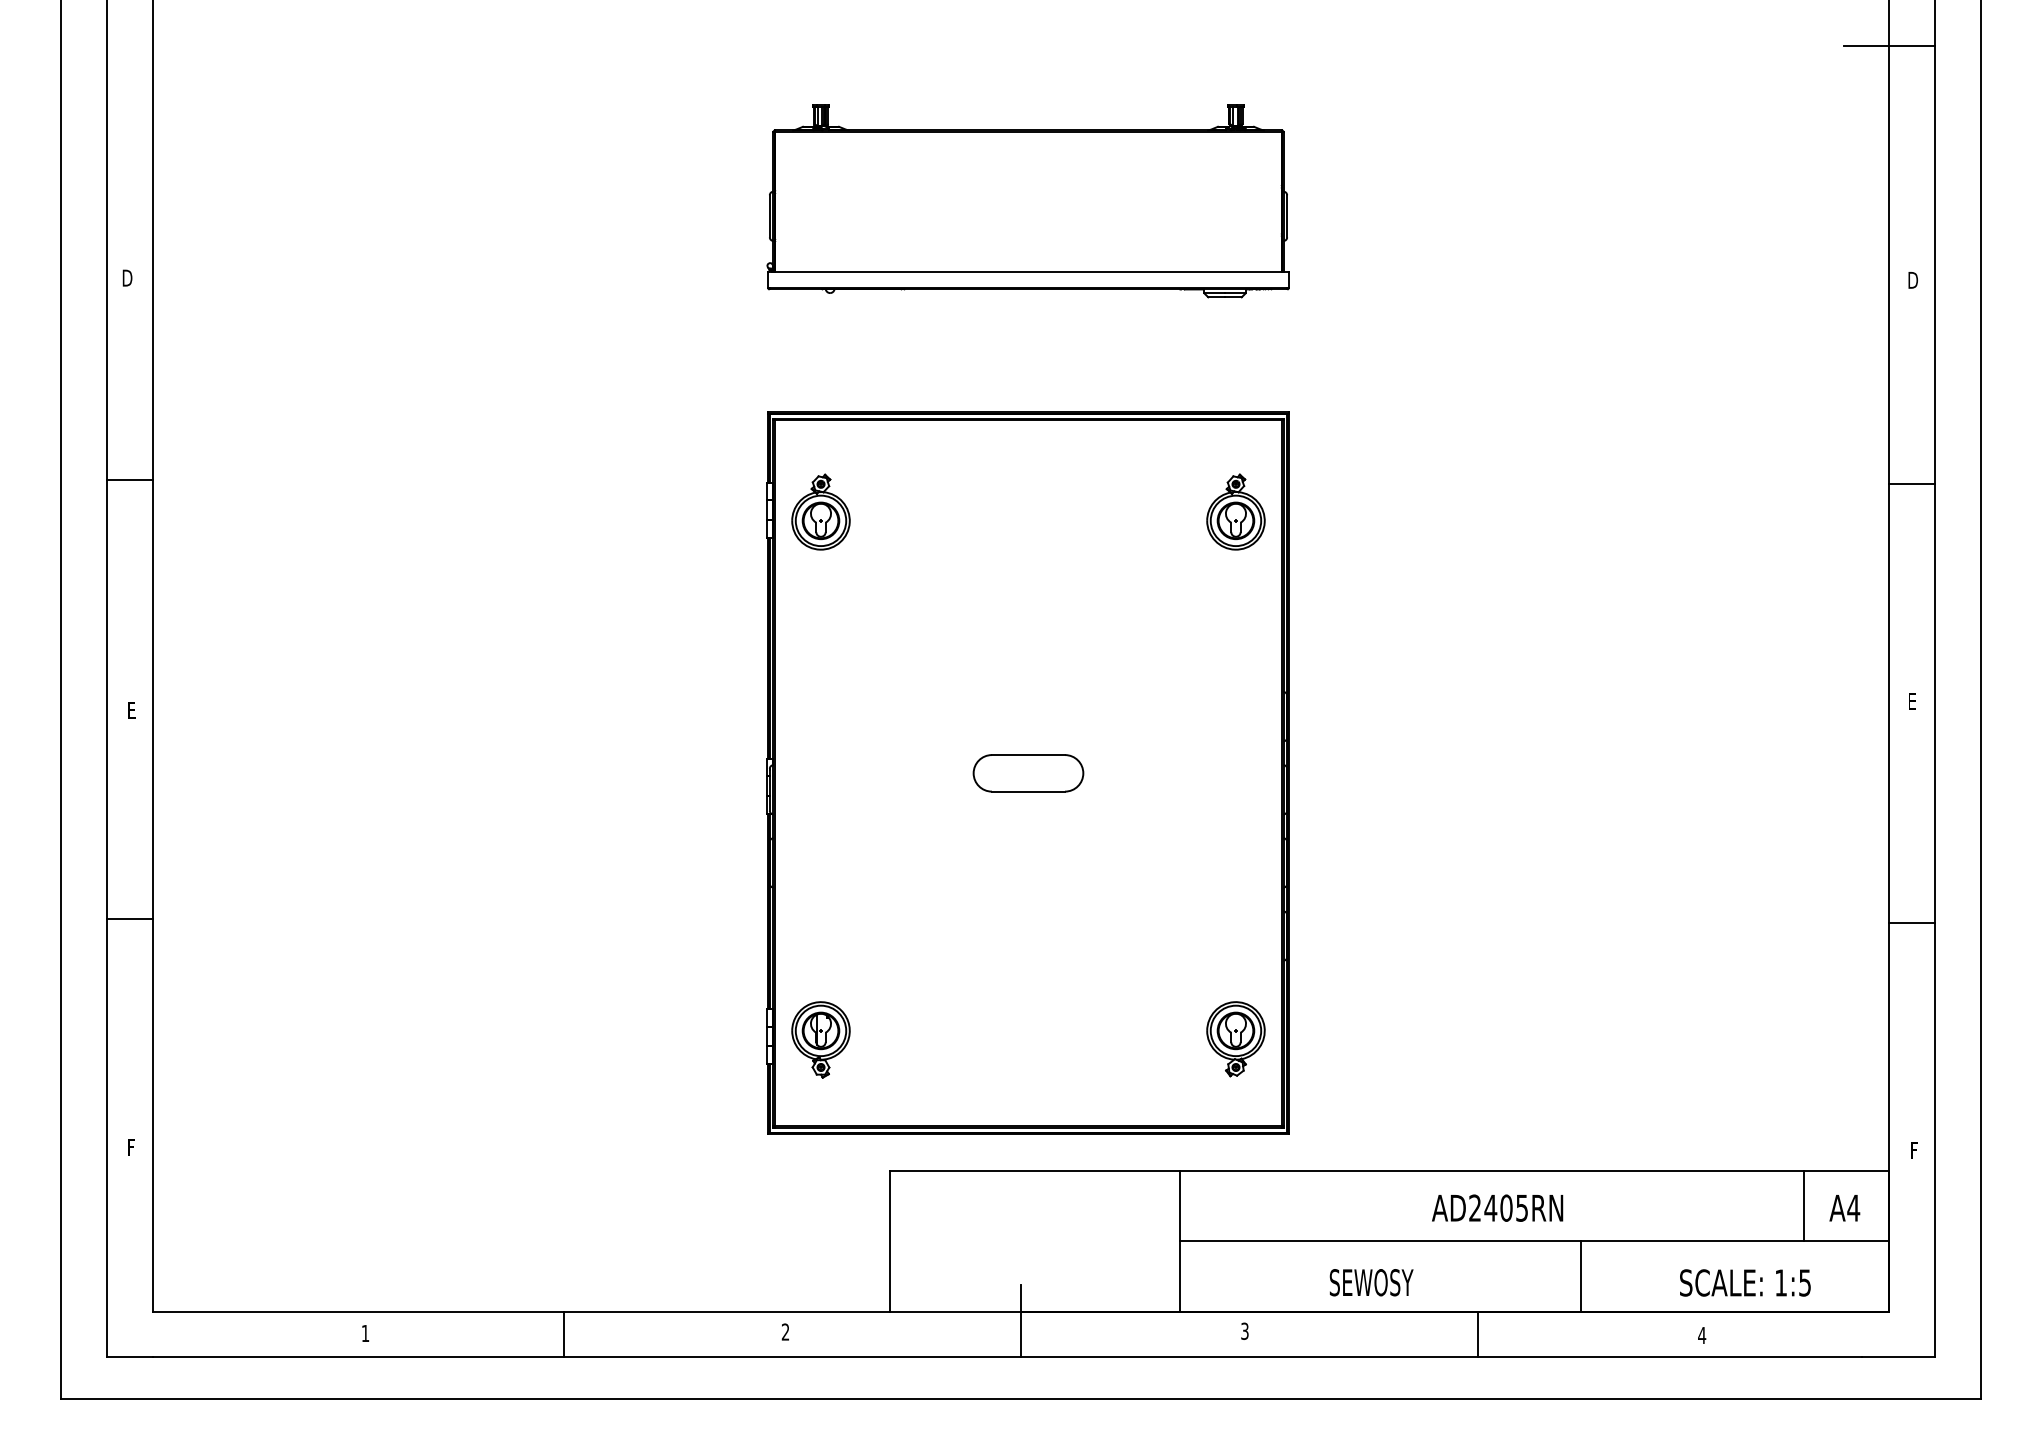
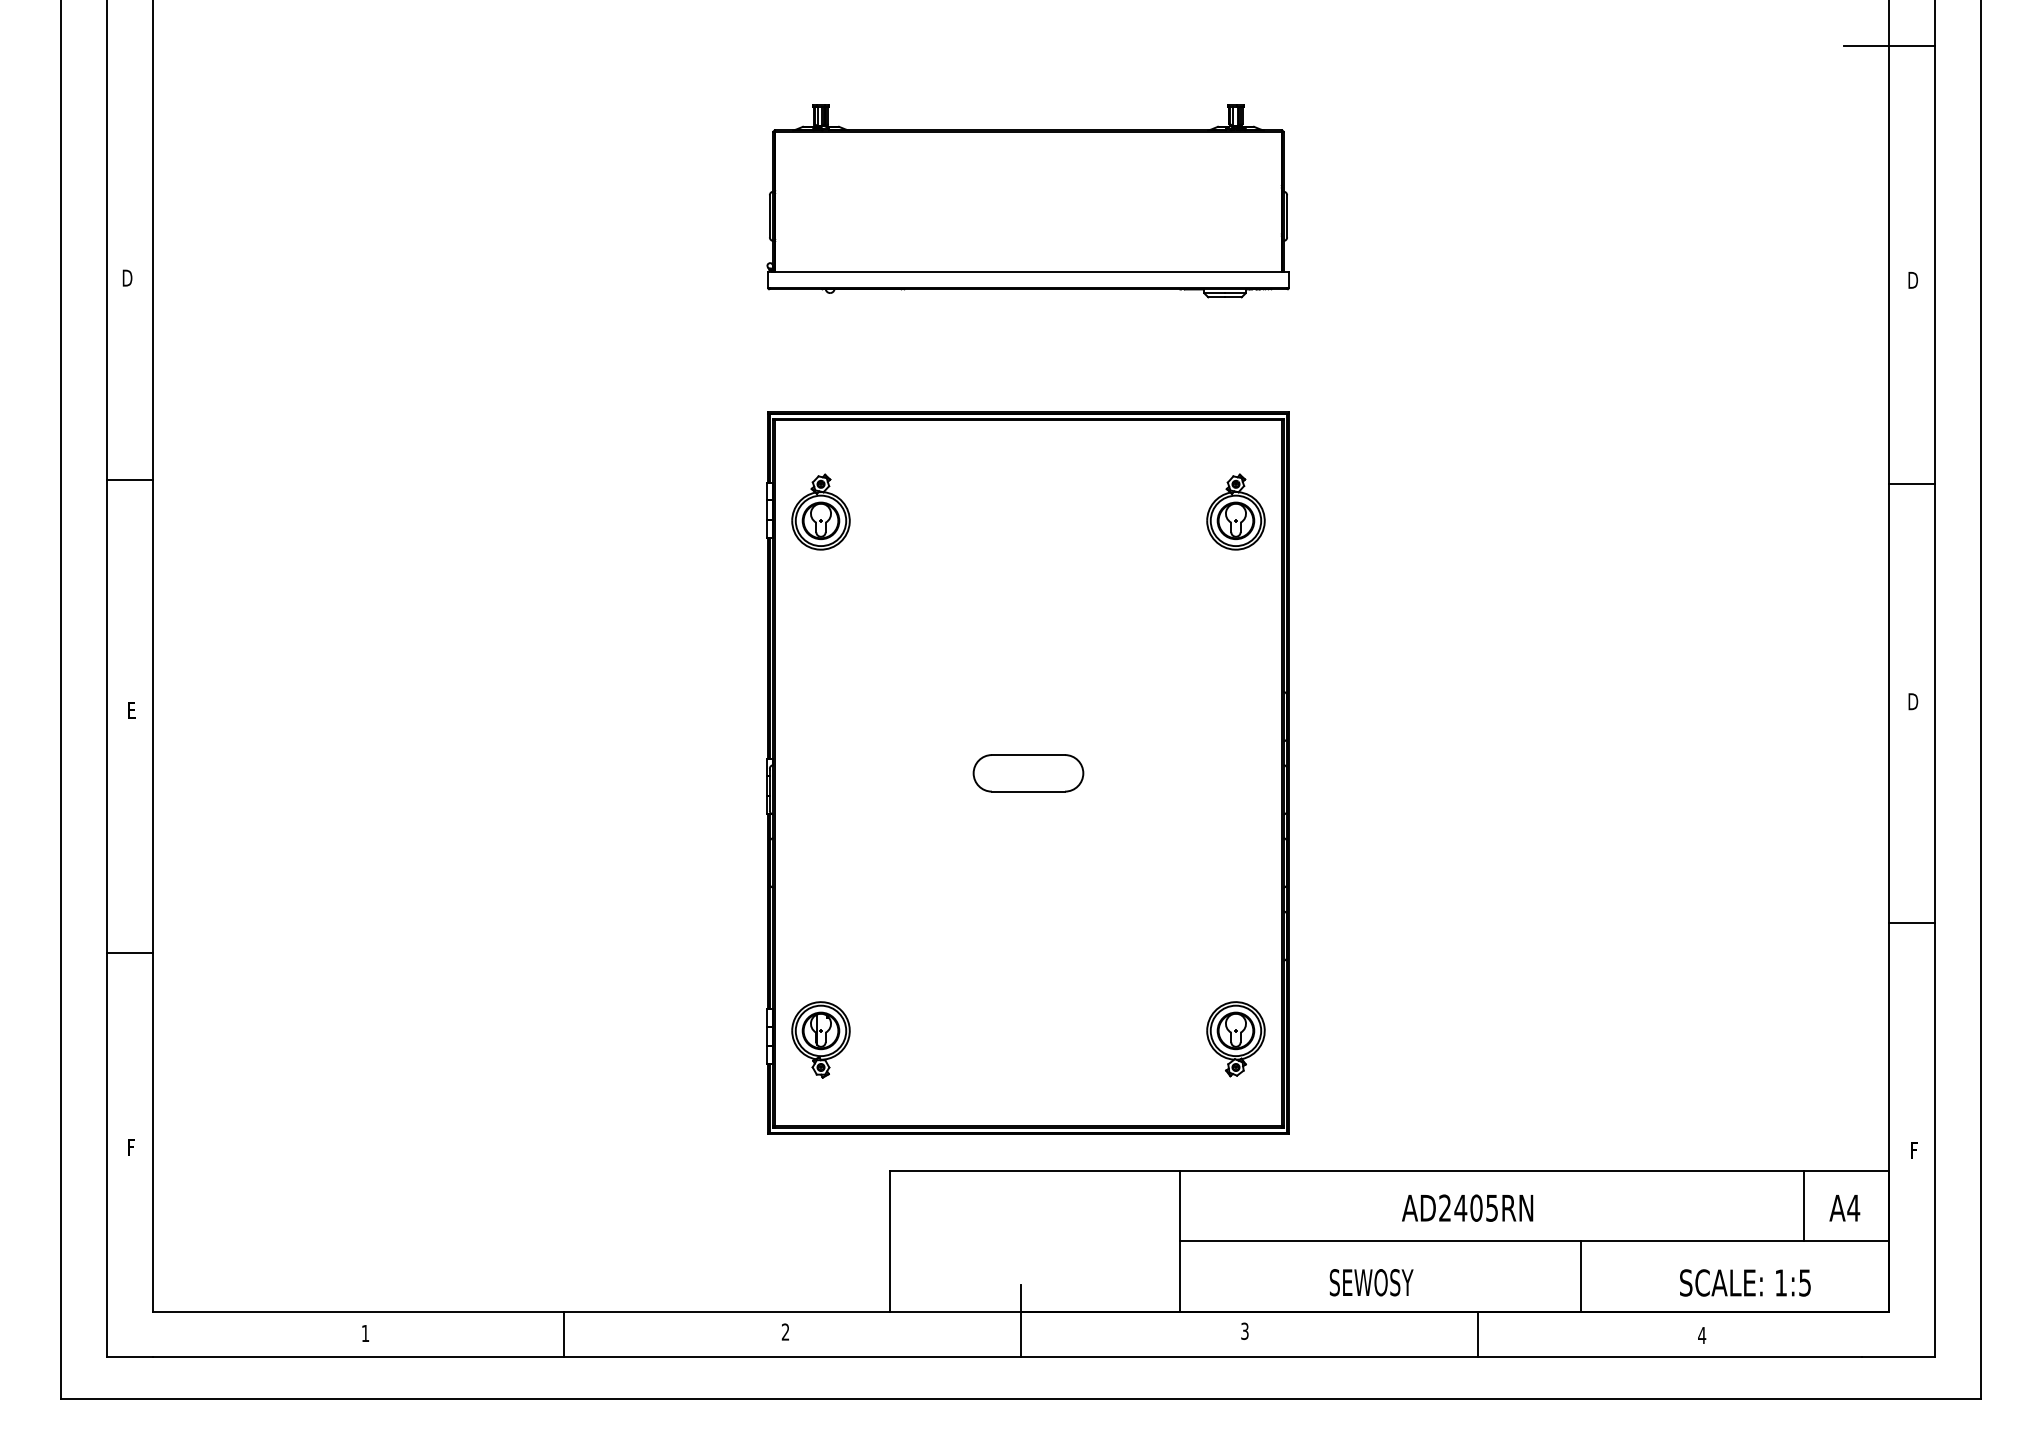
text at (1913, 701): E -> D
line at (129, 918) position: (129, 918) -> (129, 952)
text at (1497, 1207) position: (1497, 1207) -> (1467, 1207)
